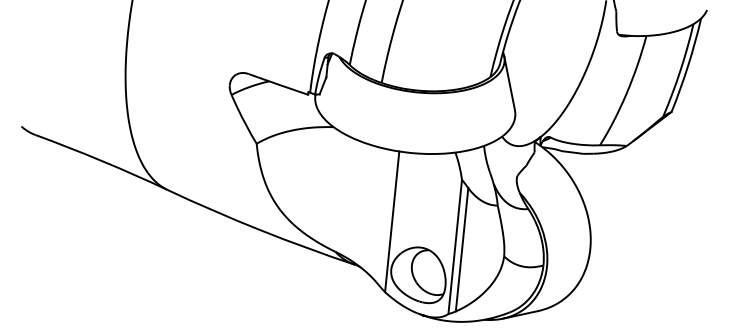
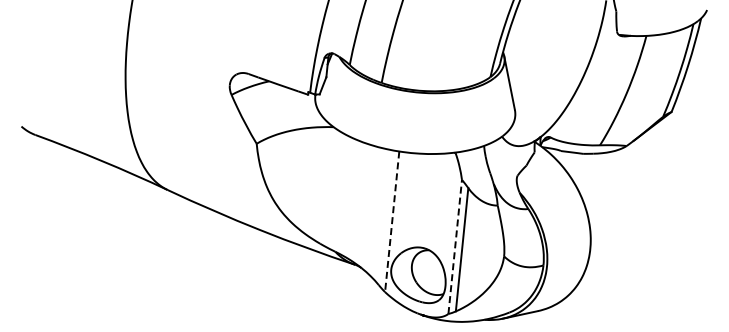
line at (392, 221): solid -> dashed
line at (455, 246): solid -> dashed
